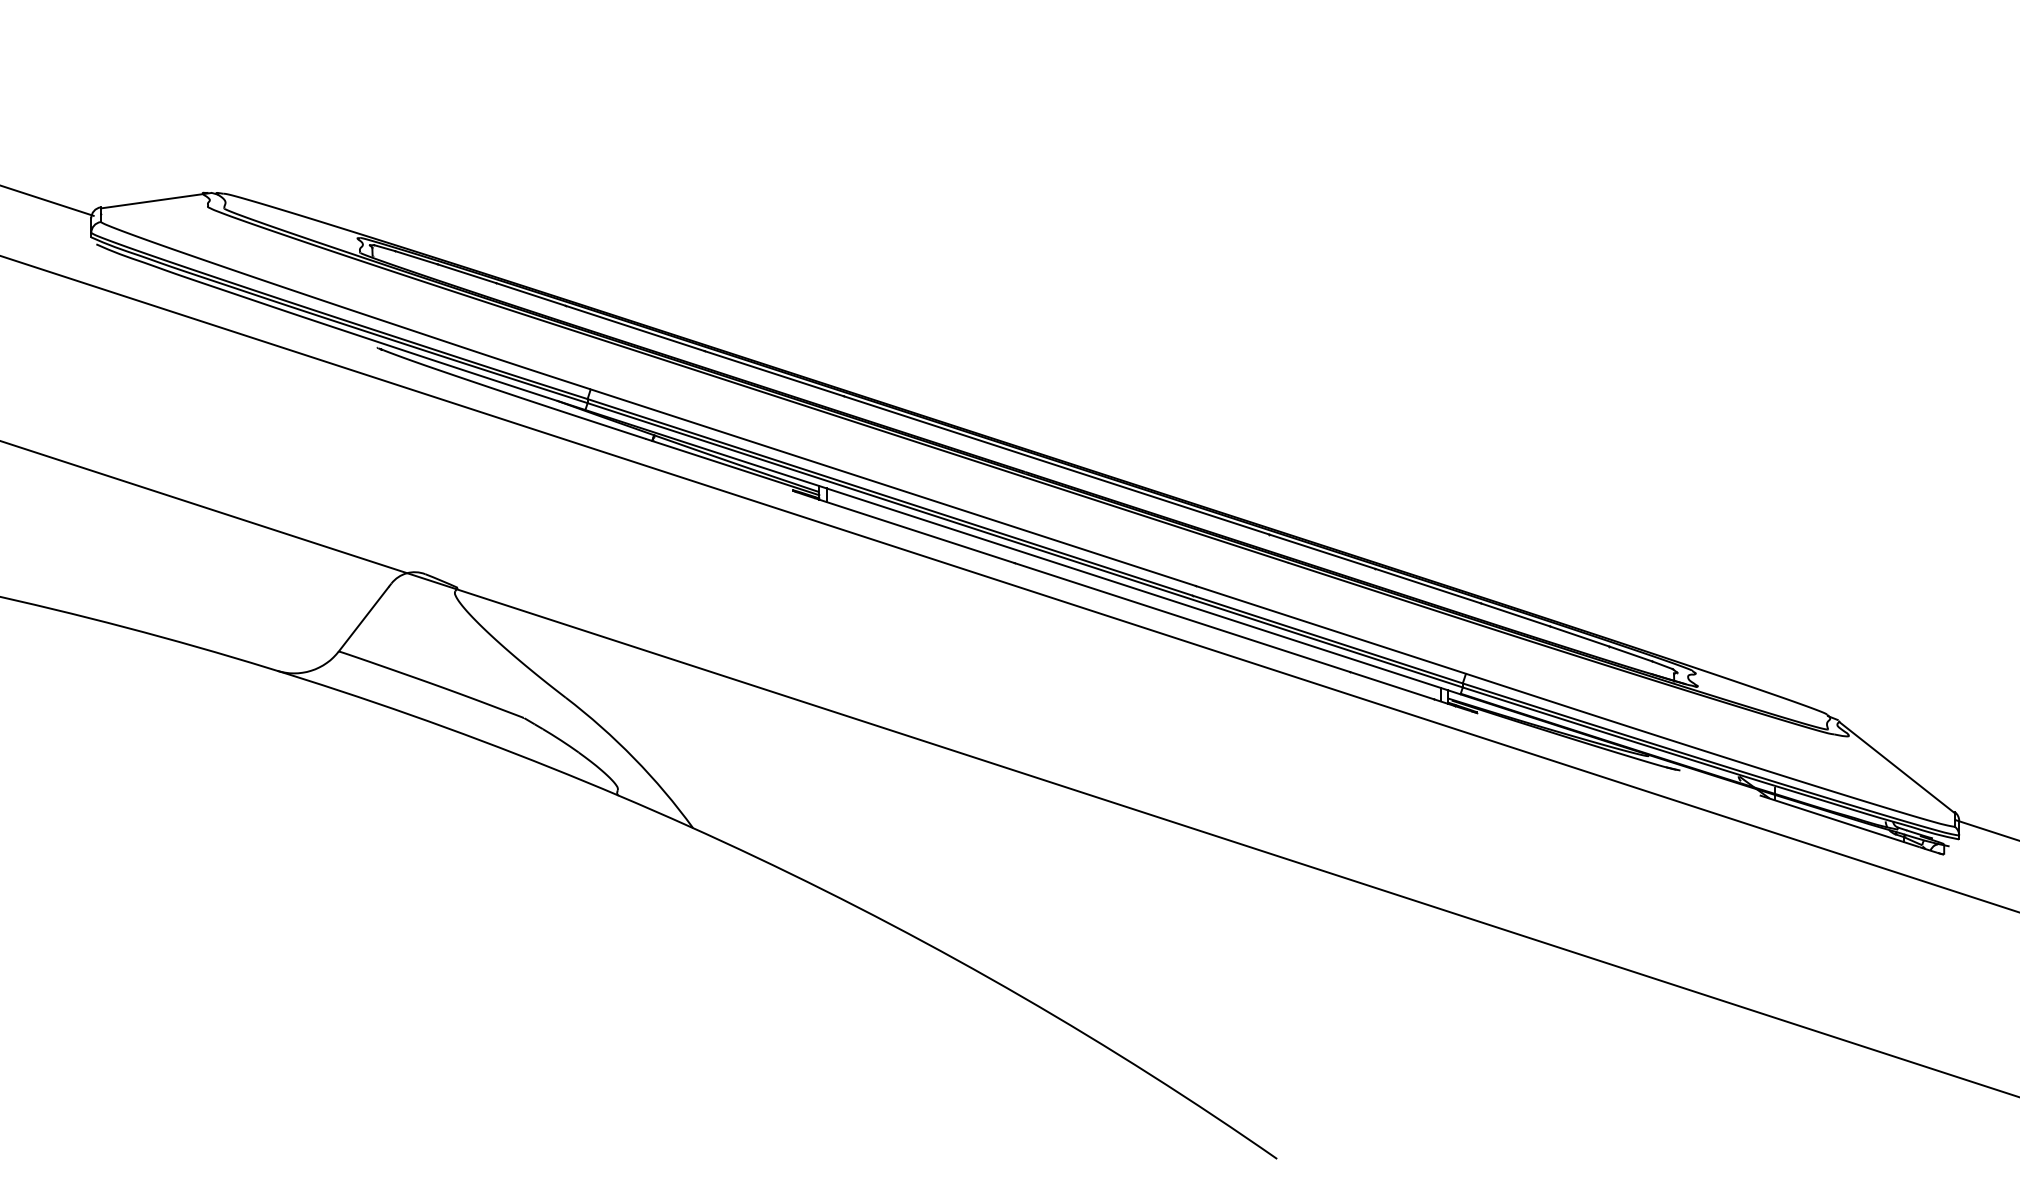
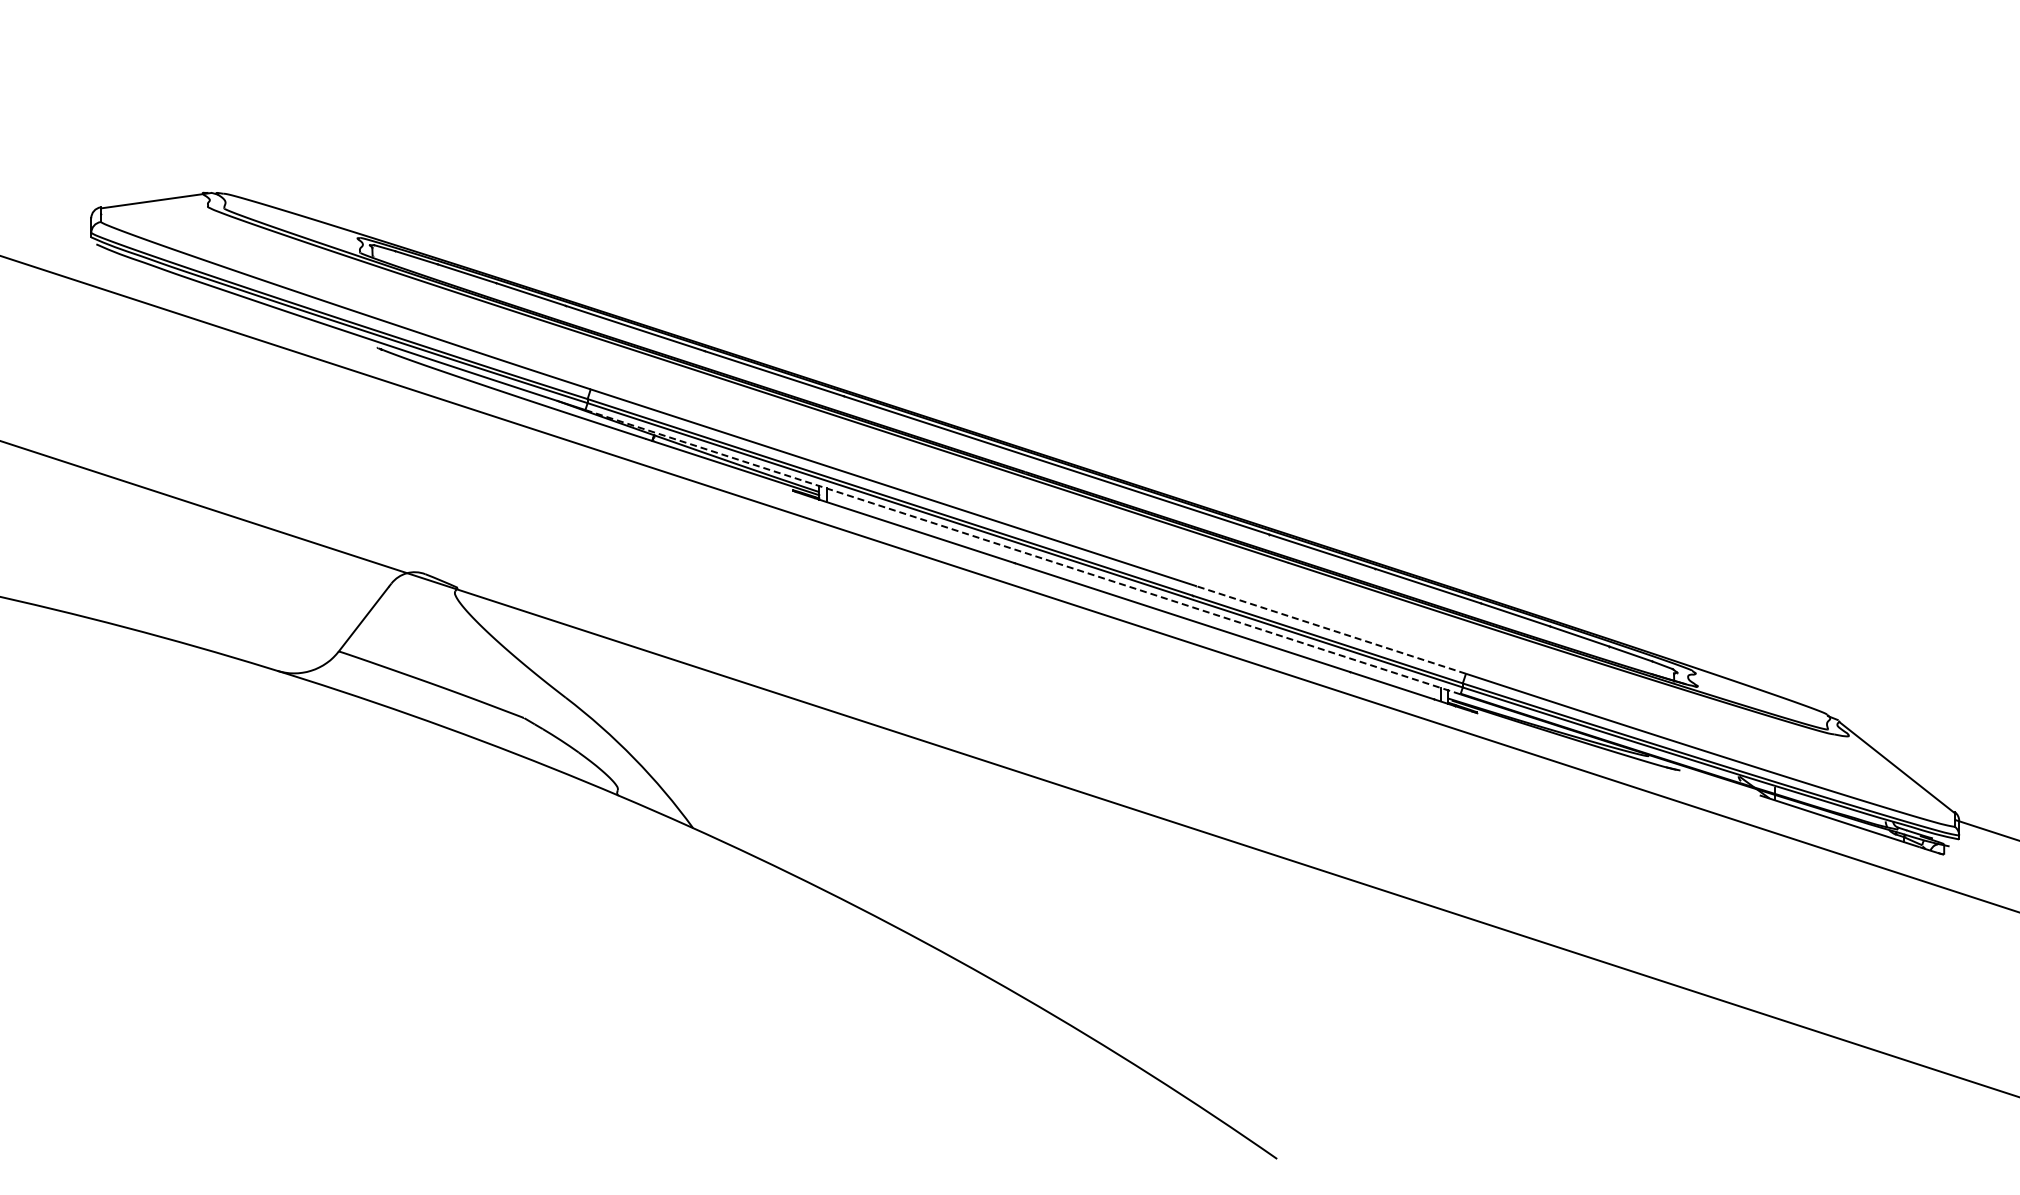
line at (47, 200): present -> none
line at (1022, 552): solid -> dashed
line at (1330, 629): solid -> dashed
